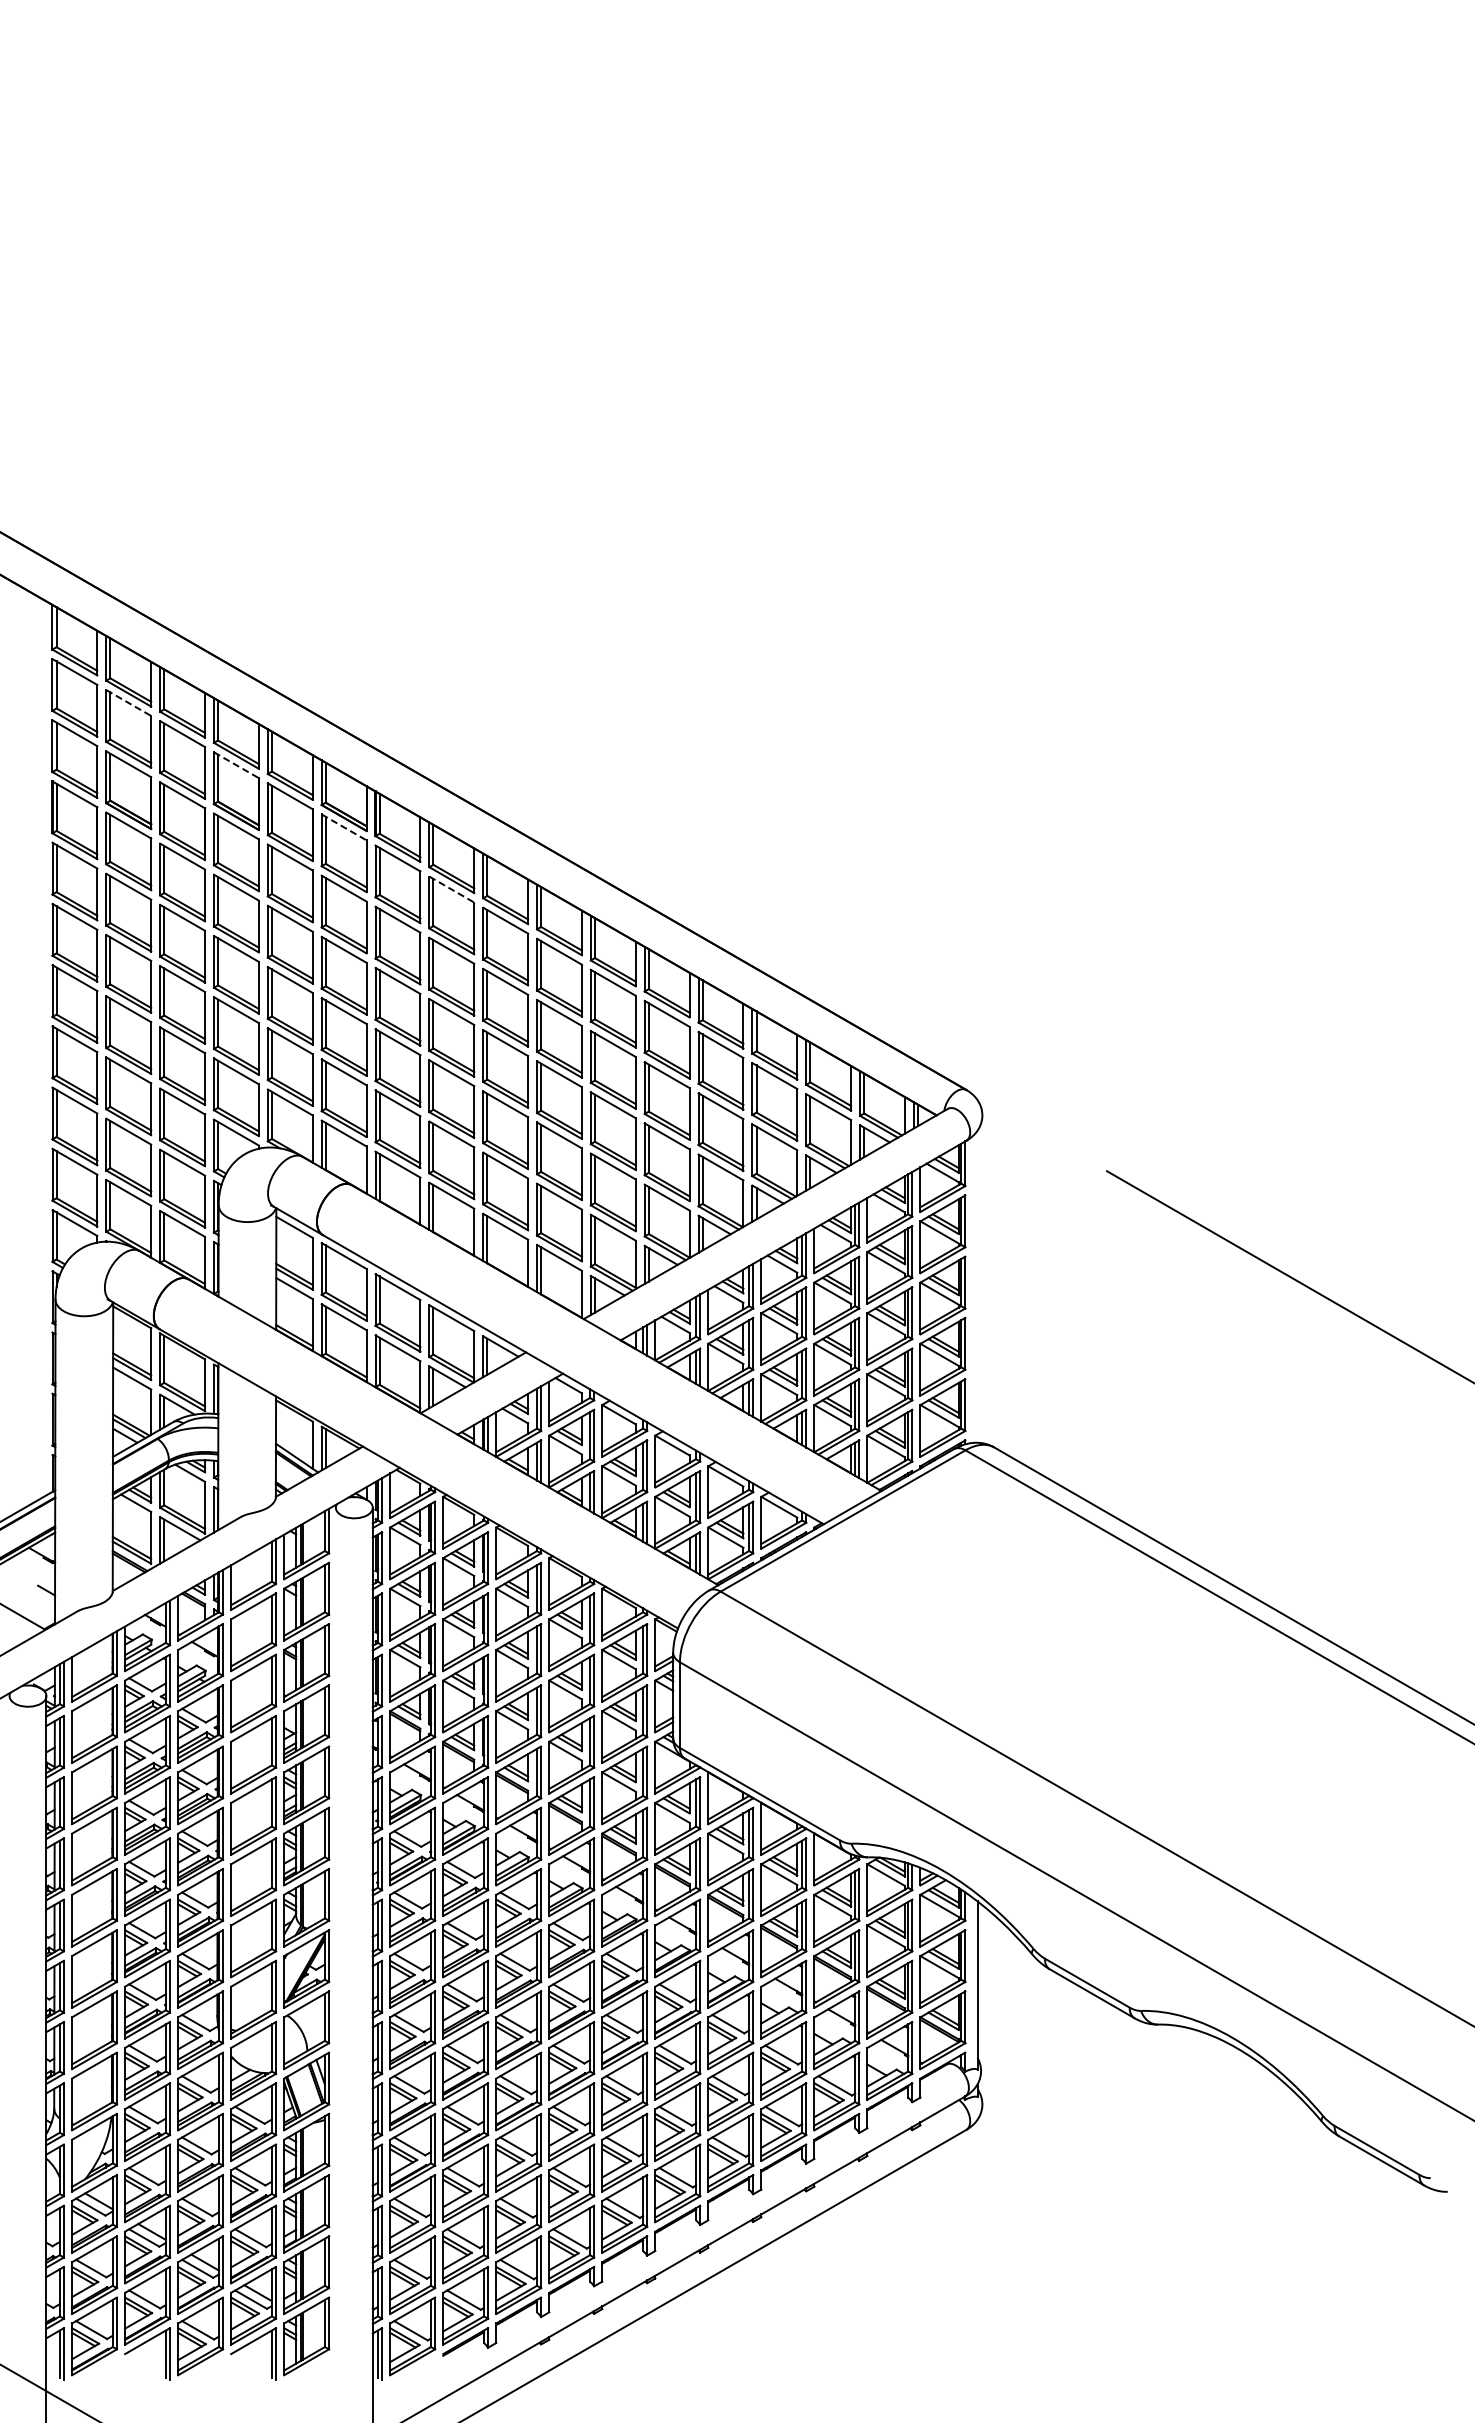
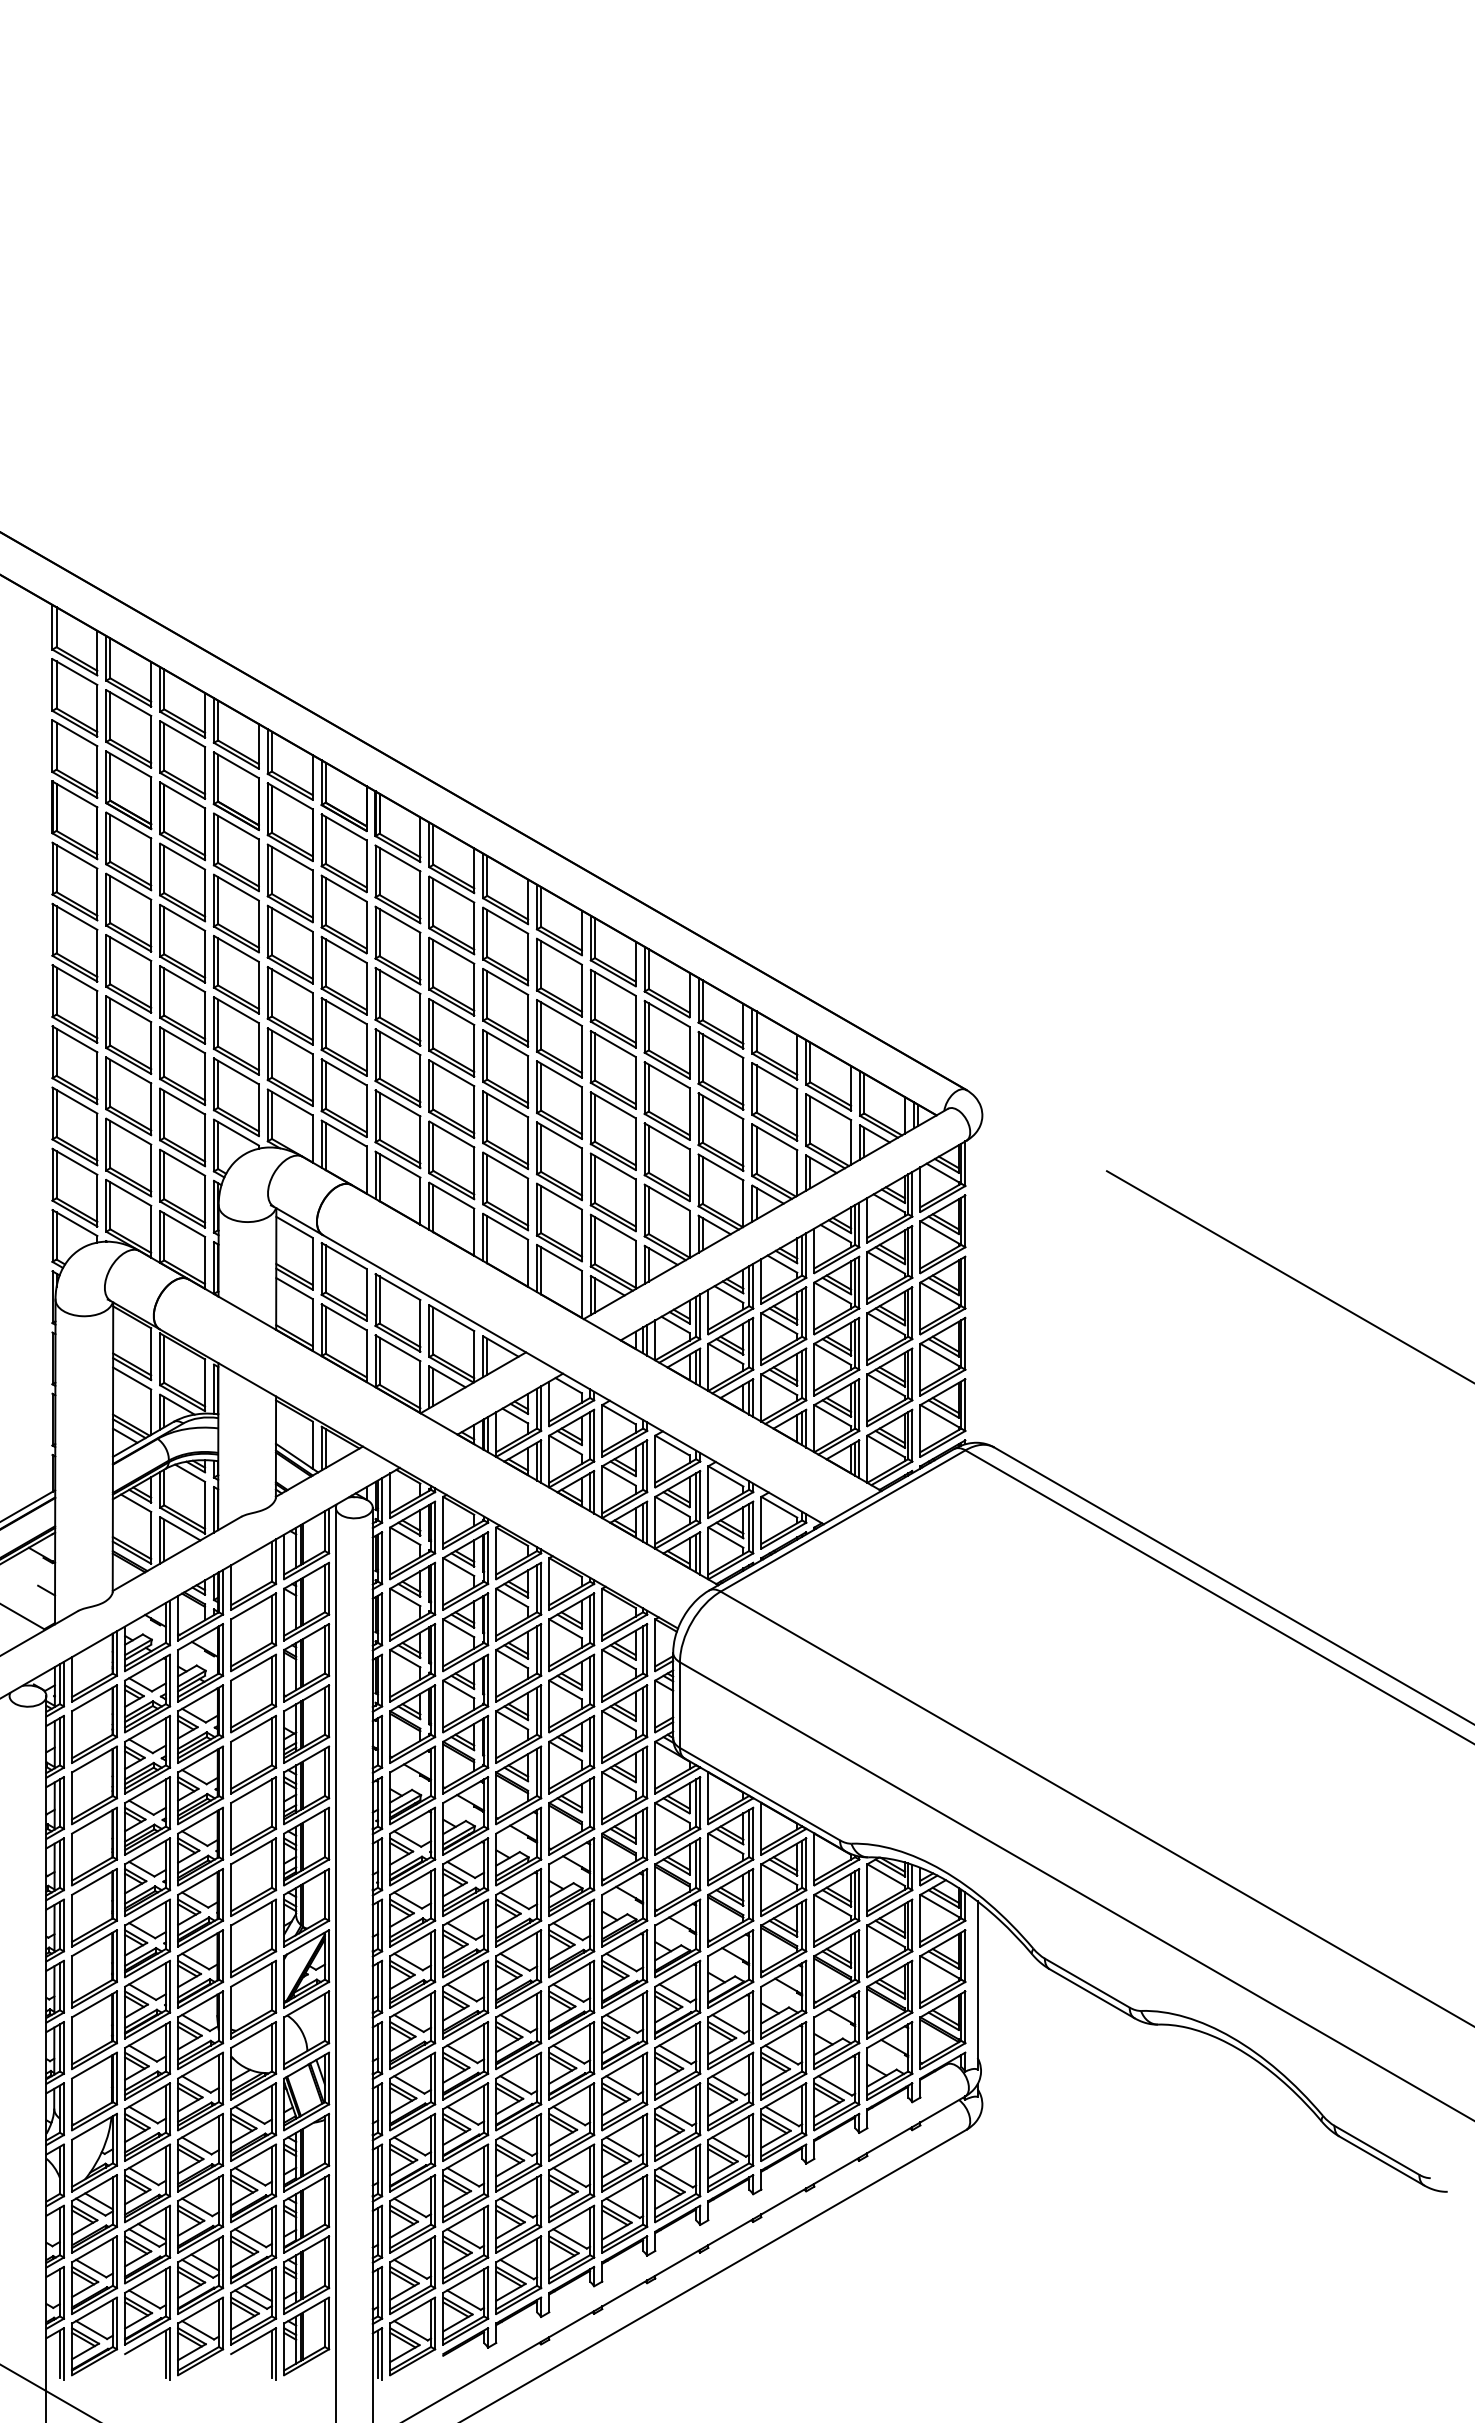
line at (128, 703): dashed -> solid
line at (236, 765): dashed -> solid
line at (344, 827): dashed -> solid
line at (451, 889): dashed -> solid
line at (335, 1963): none -> present
